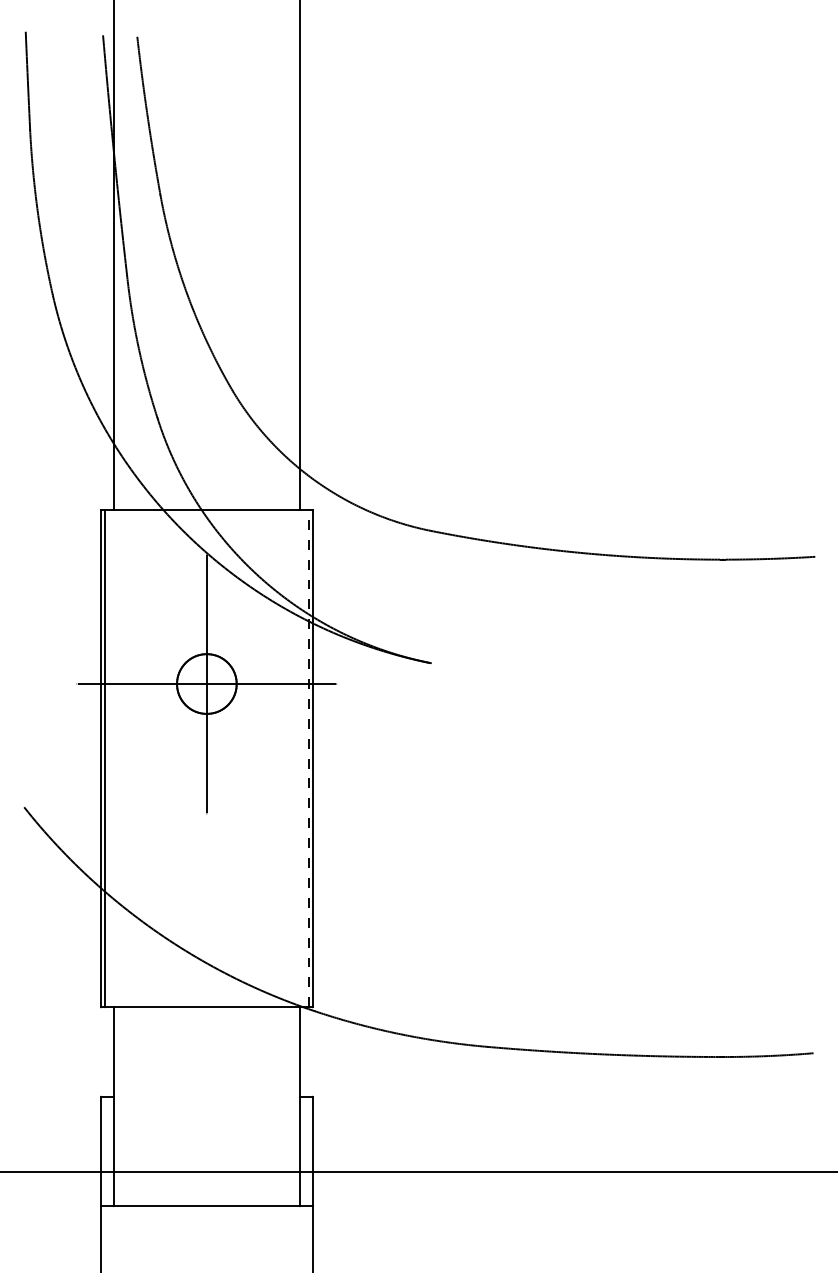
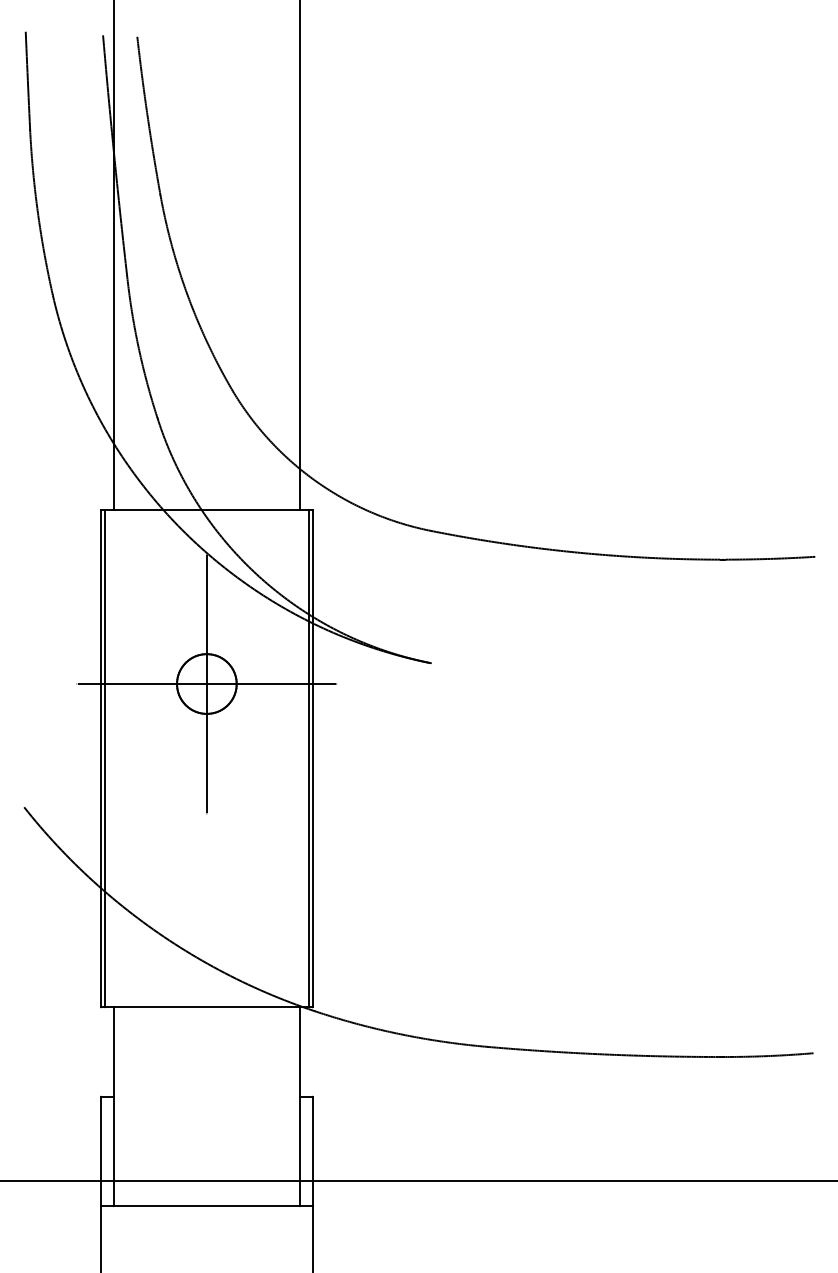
line at (308, 758): dashed -> solid
line at (418, 1172) position: (418, 1172) -> (418, 1181)
